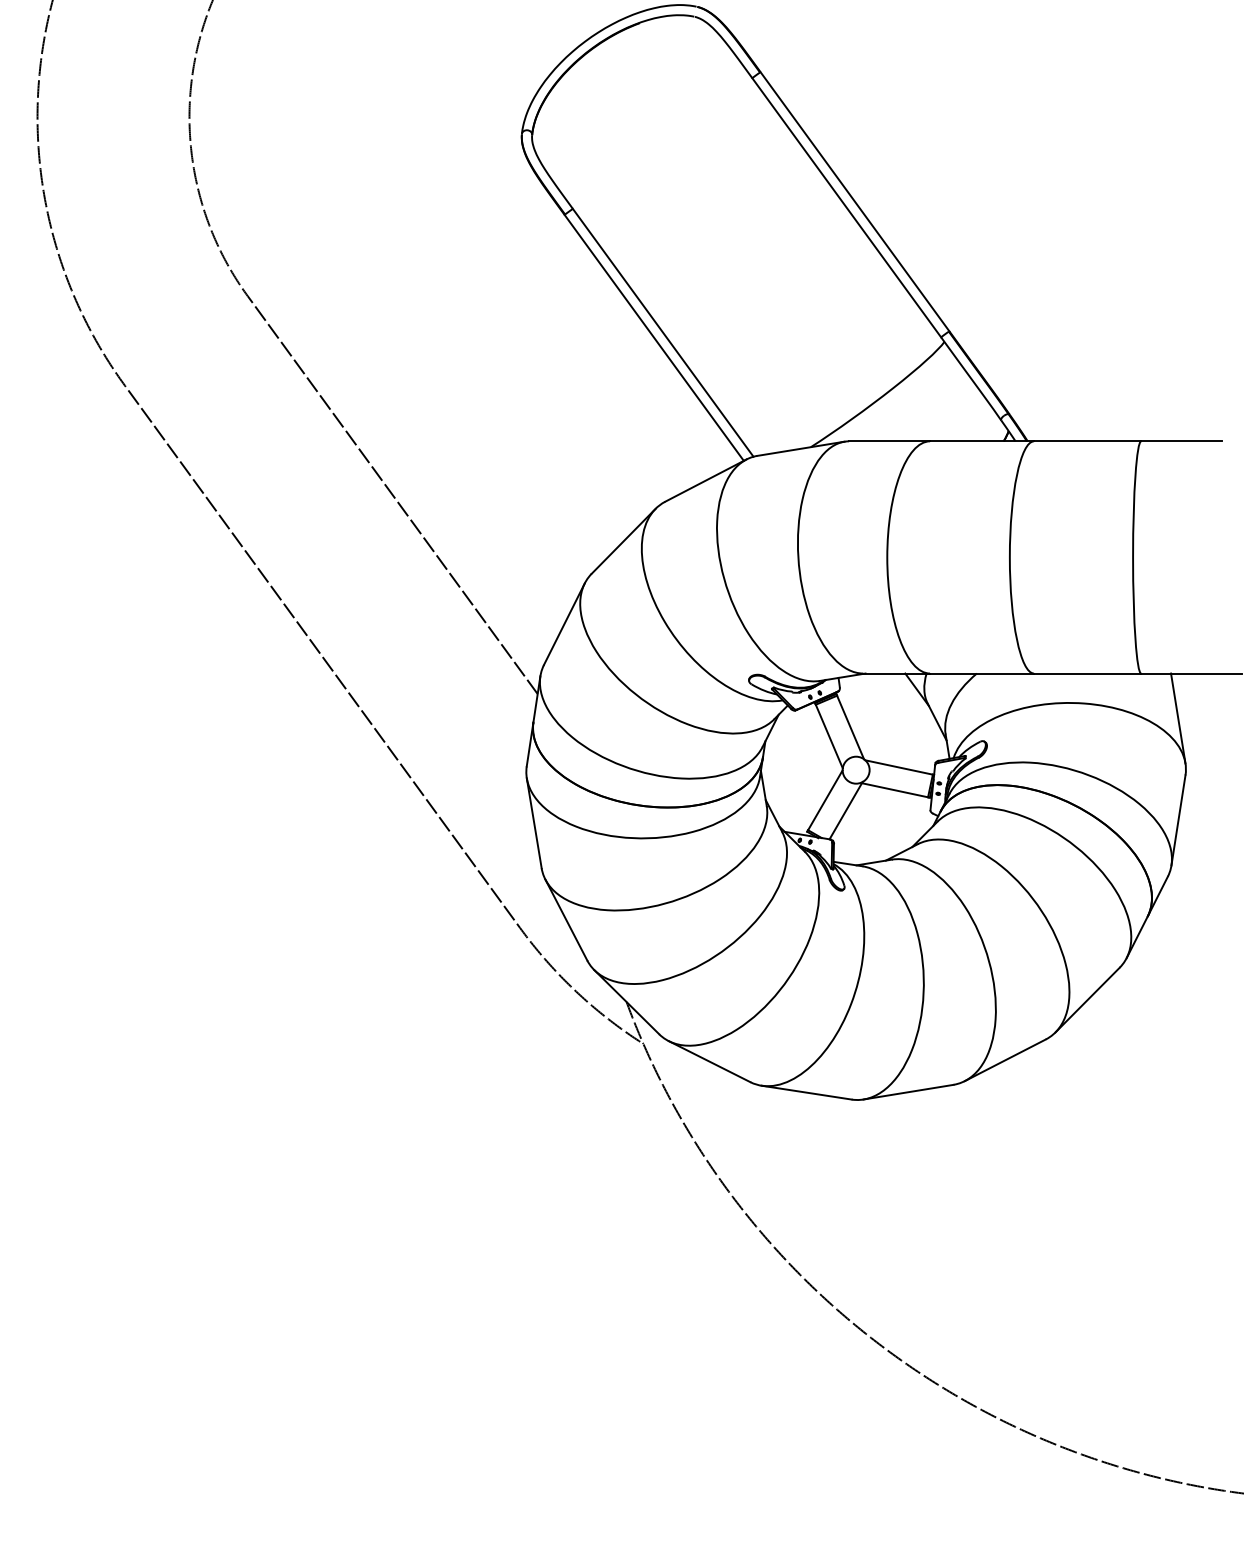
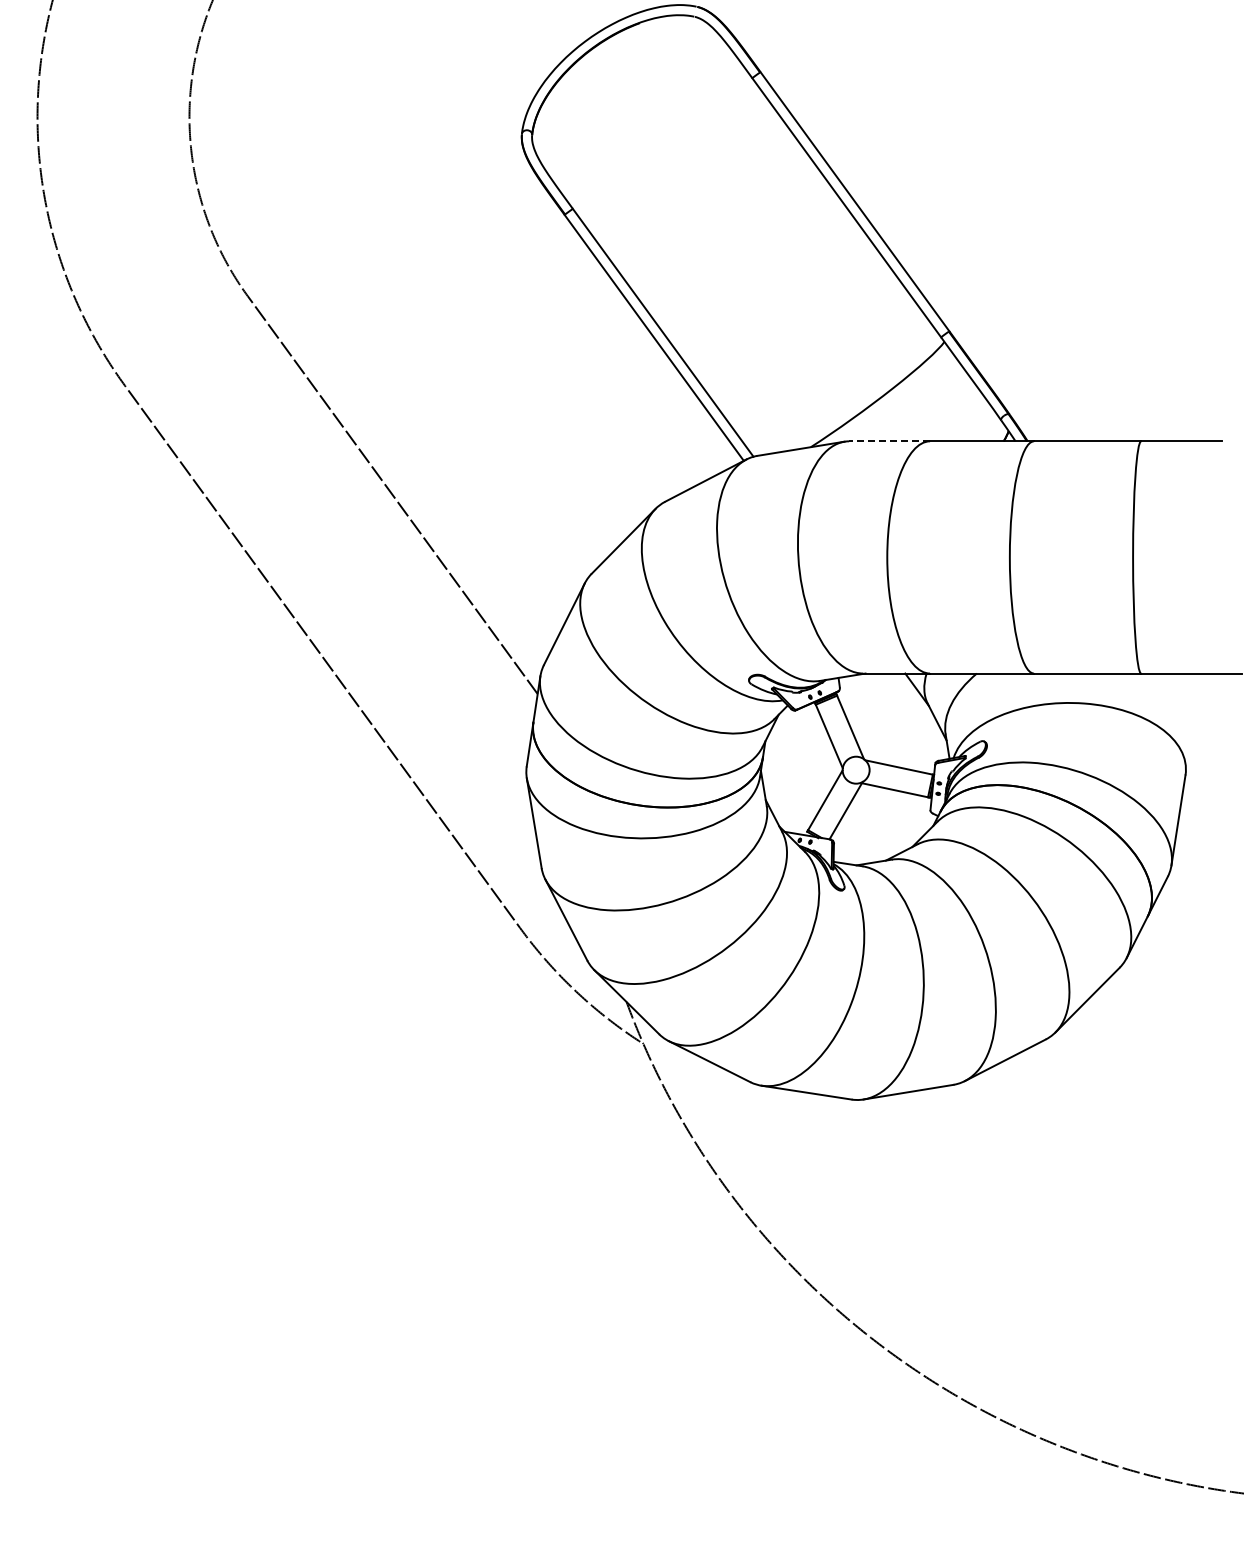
line at (889, 441): solid -> dashed
line at (1178, 718): present -> none
